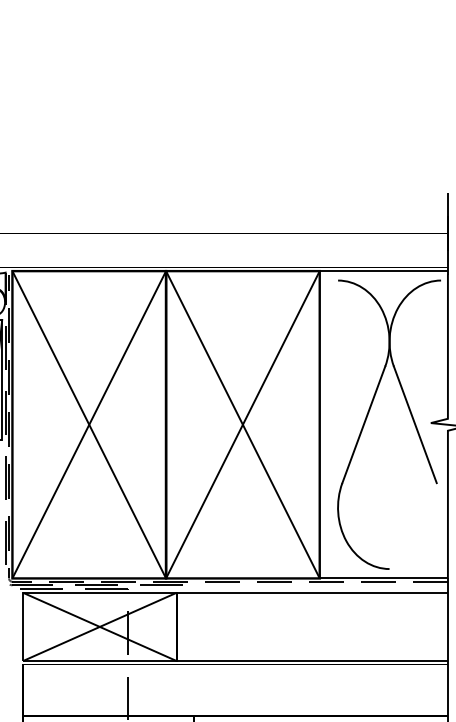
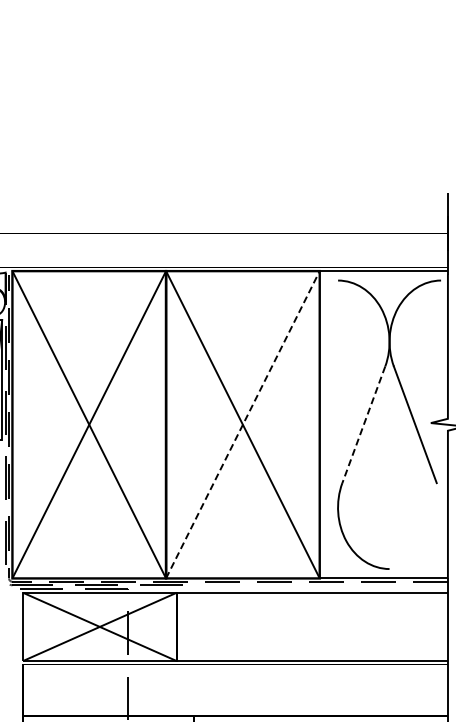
line at (242, 424): solid -> dashed
line at (363, 425): solid -> dashed
